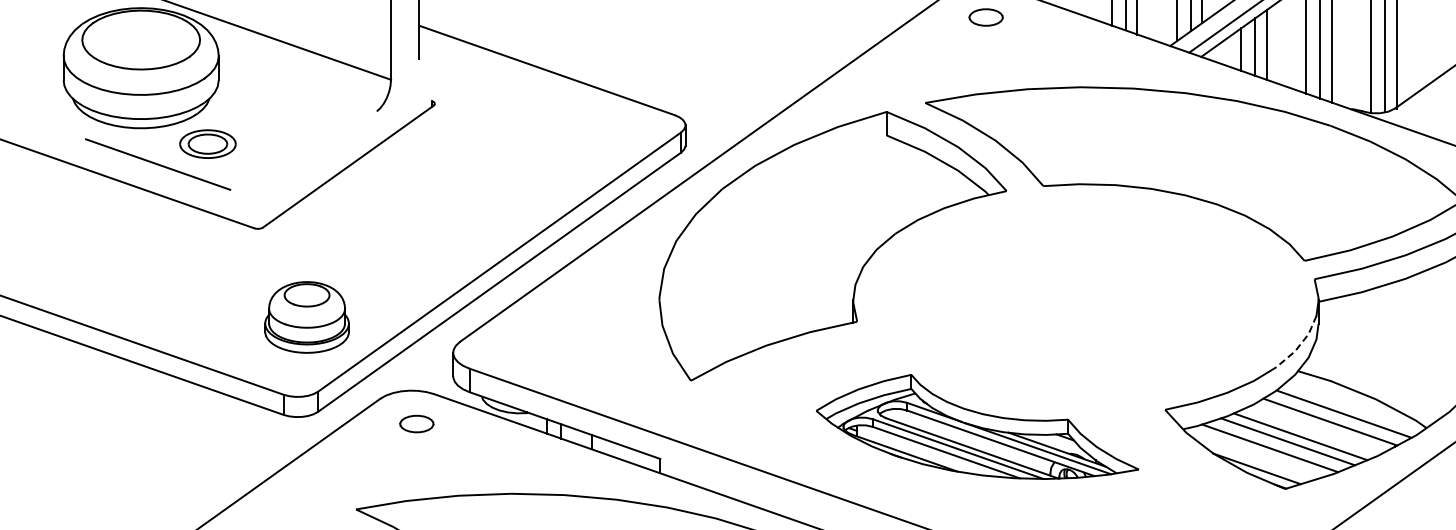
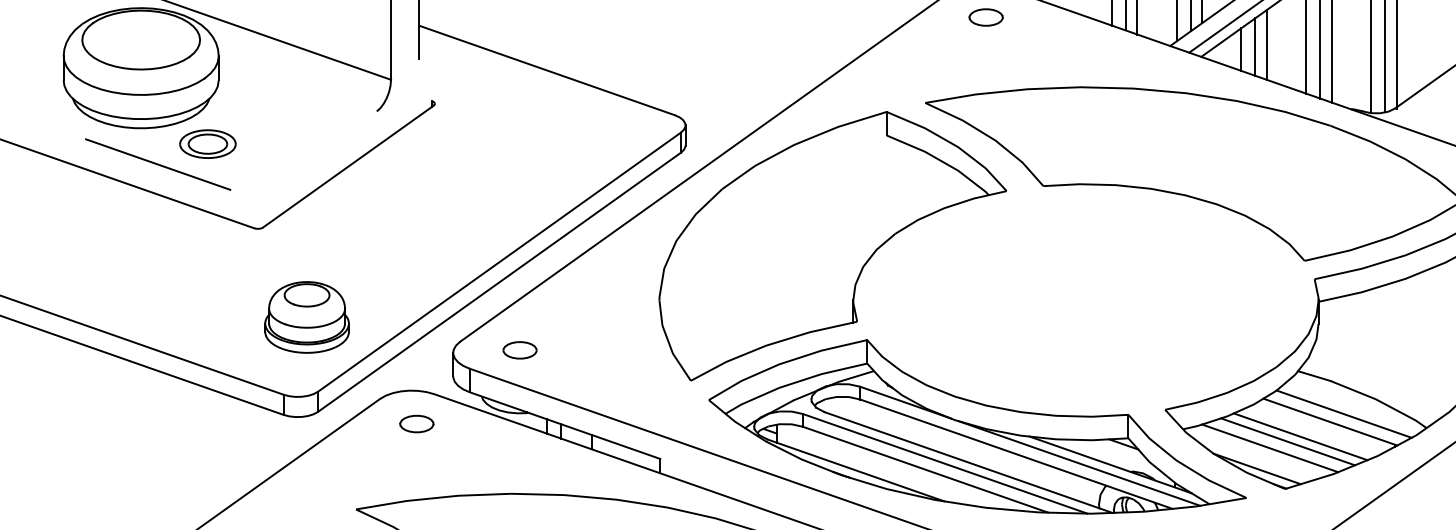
line at (1300, 345): dashed -> solid
part at (519, 350): none -> present
part at (977, 426) size: 323x106 px -> 539x176 px
